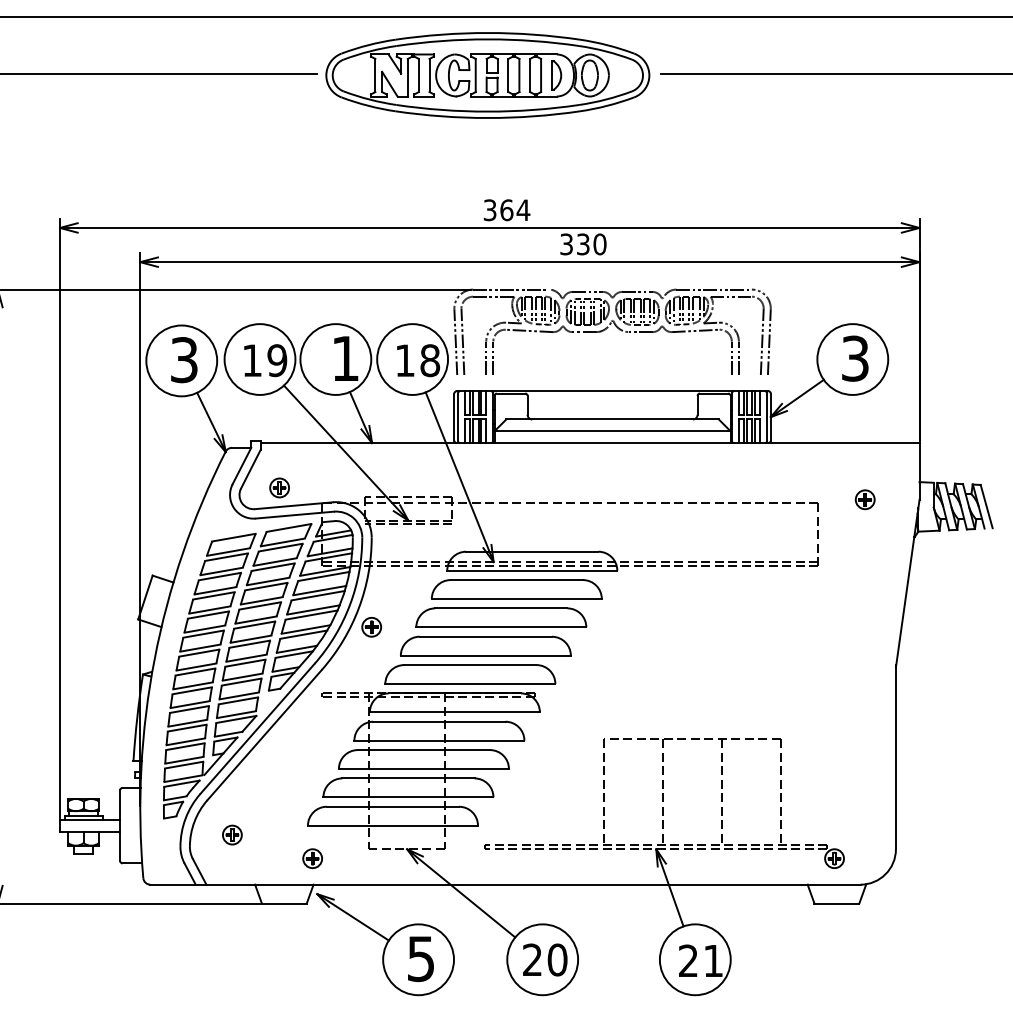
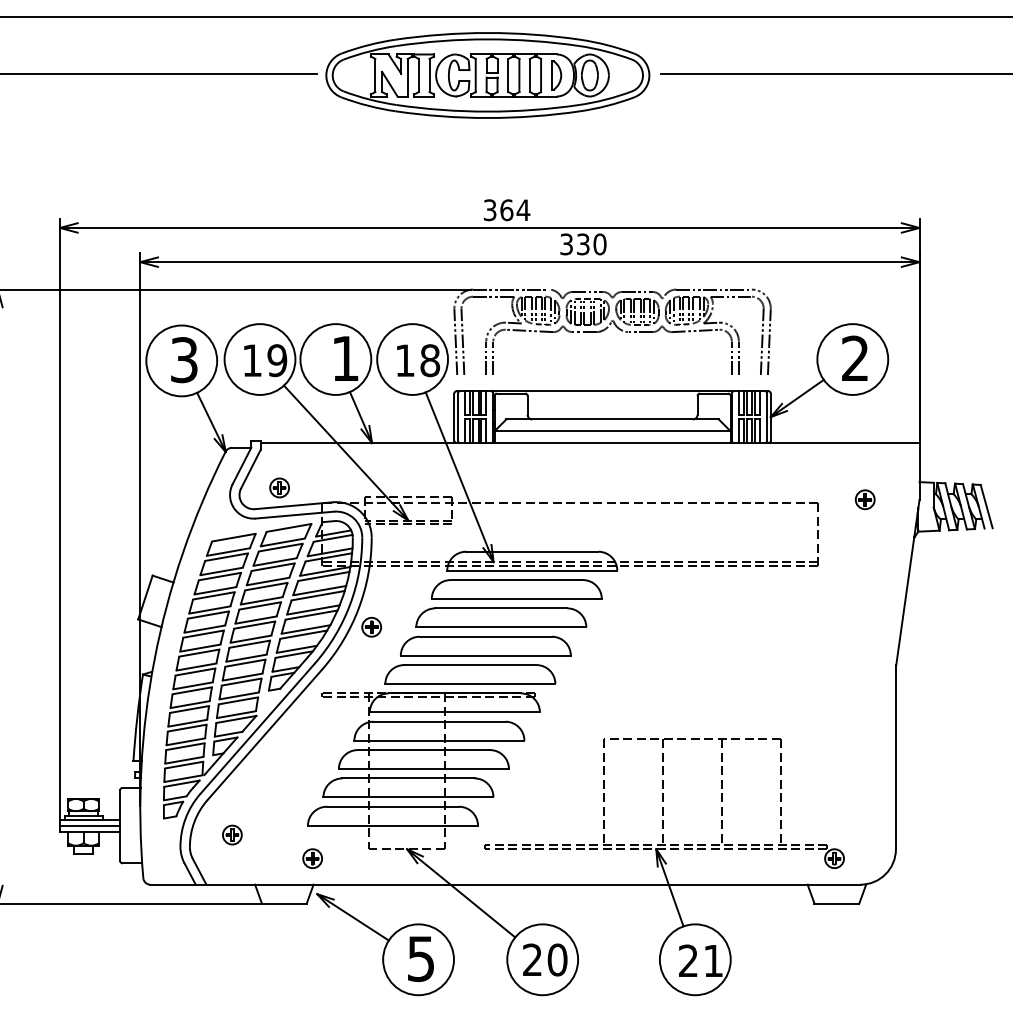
text at (855, 358): 3 -> 2
line at (90, 825): none -> present
